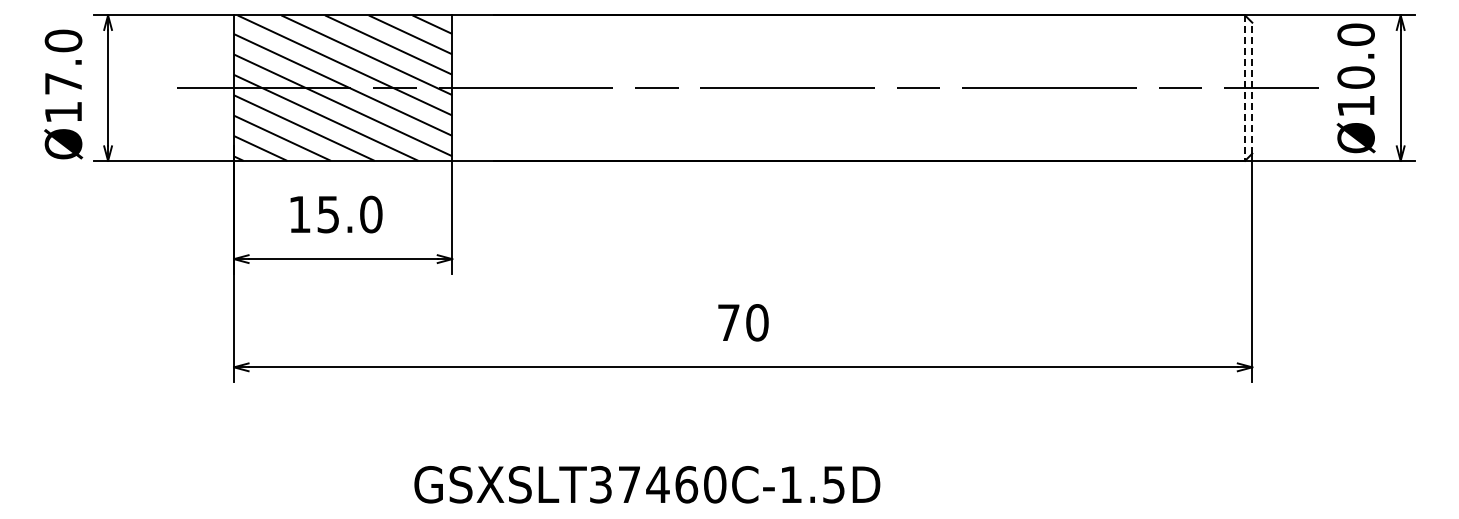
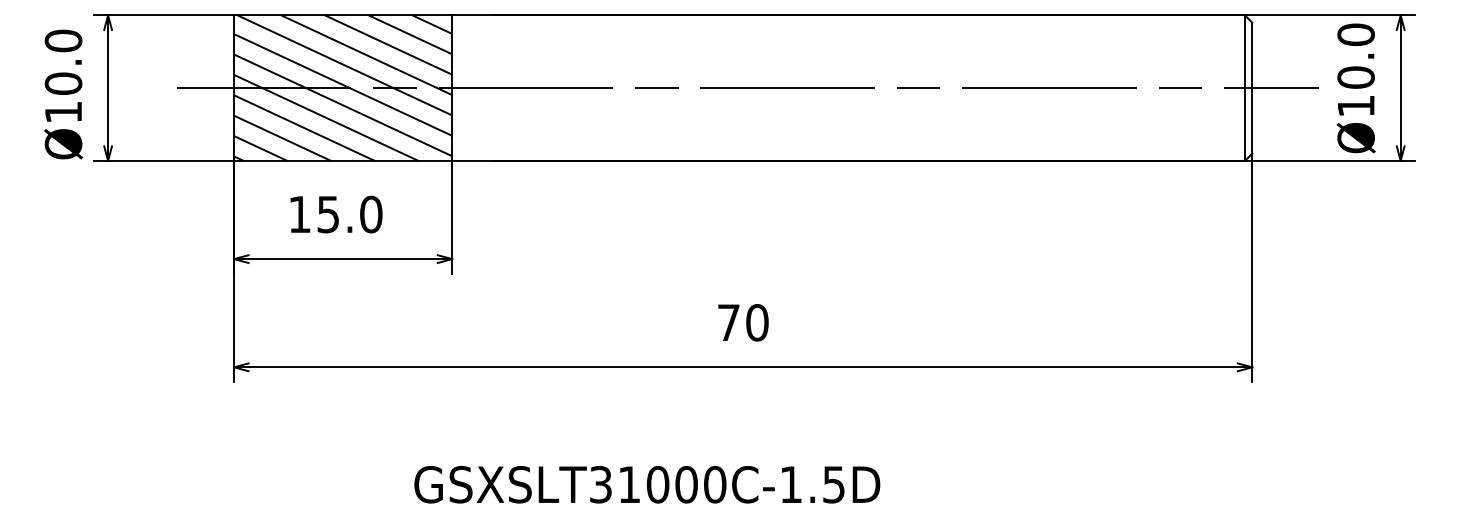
text at (63, 83): Ø17.0 -> Ø10.0
line at (1252, 87): dashed -> solid
line at (1245, 88): dashed -> solid
text at (658, 484): GSXSLT37460C-1.5D -> GSXSLT31000C-1.5D
